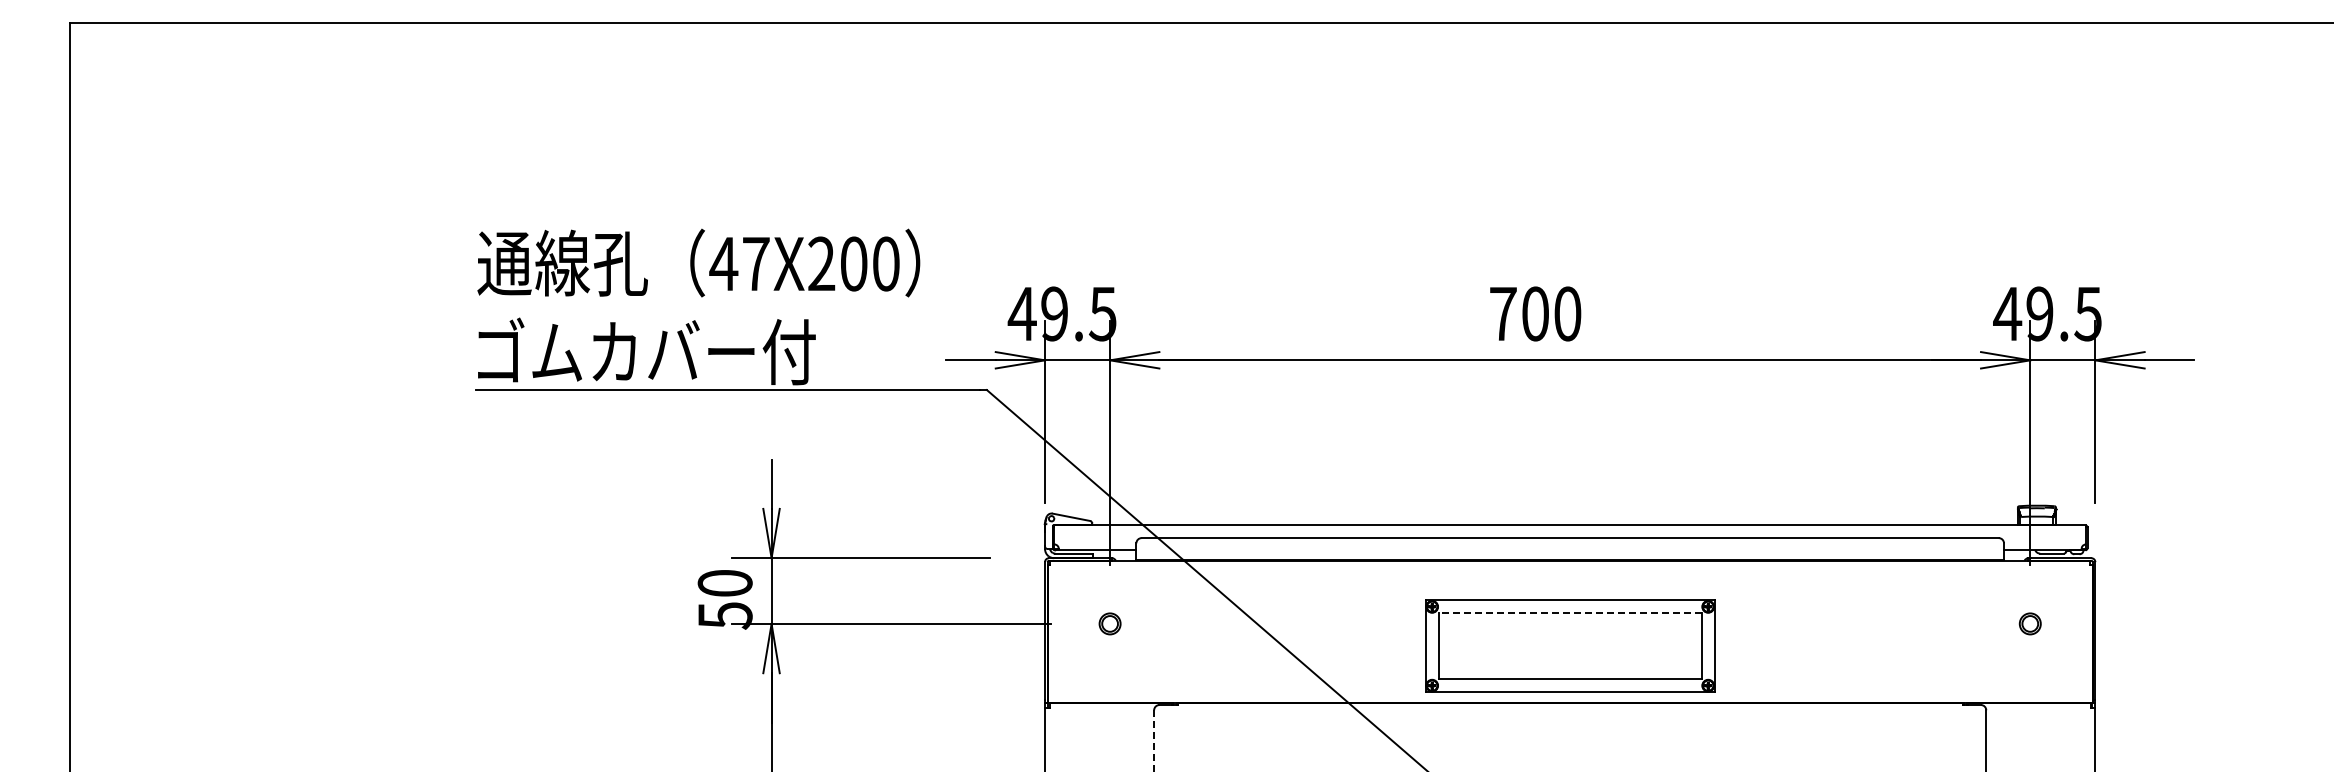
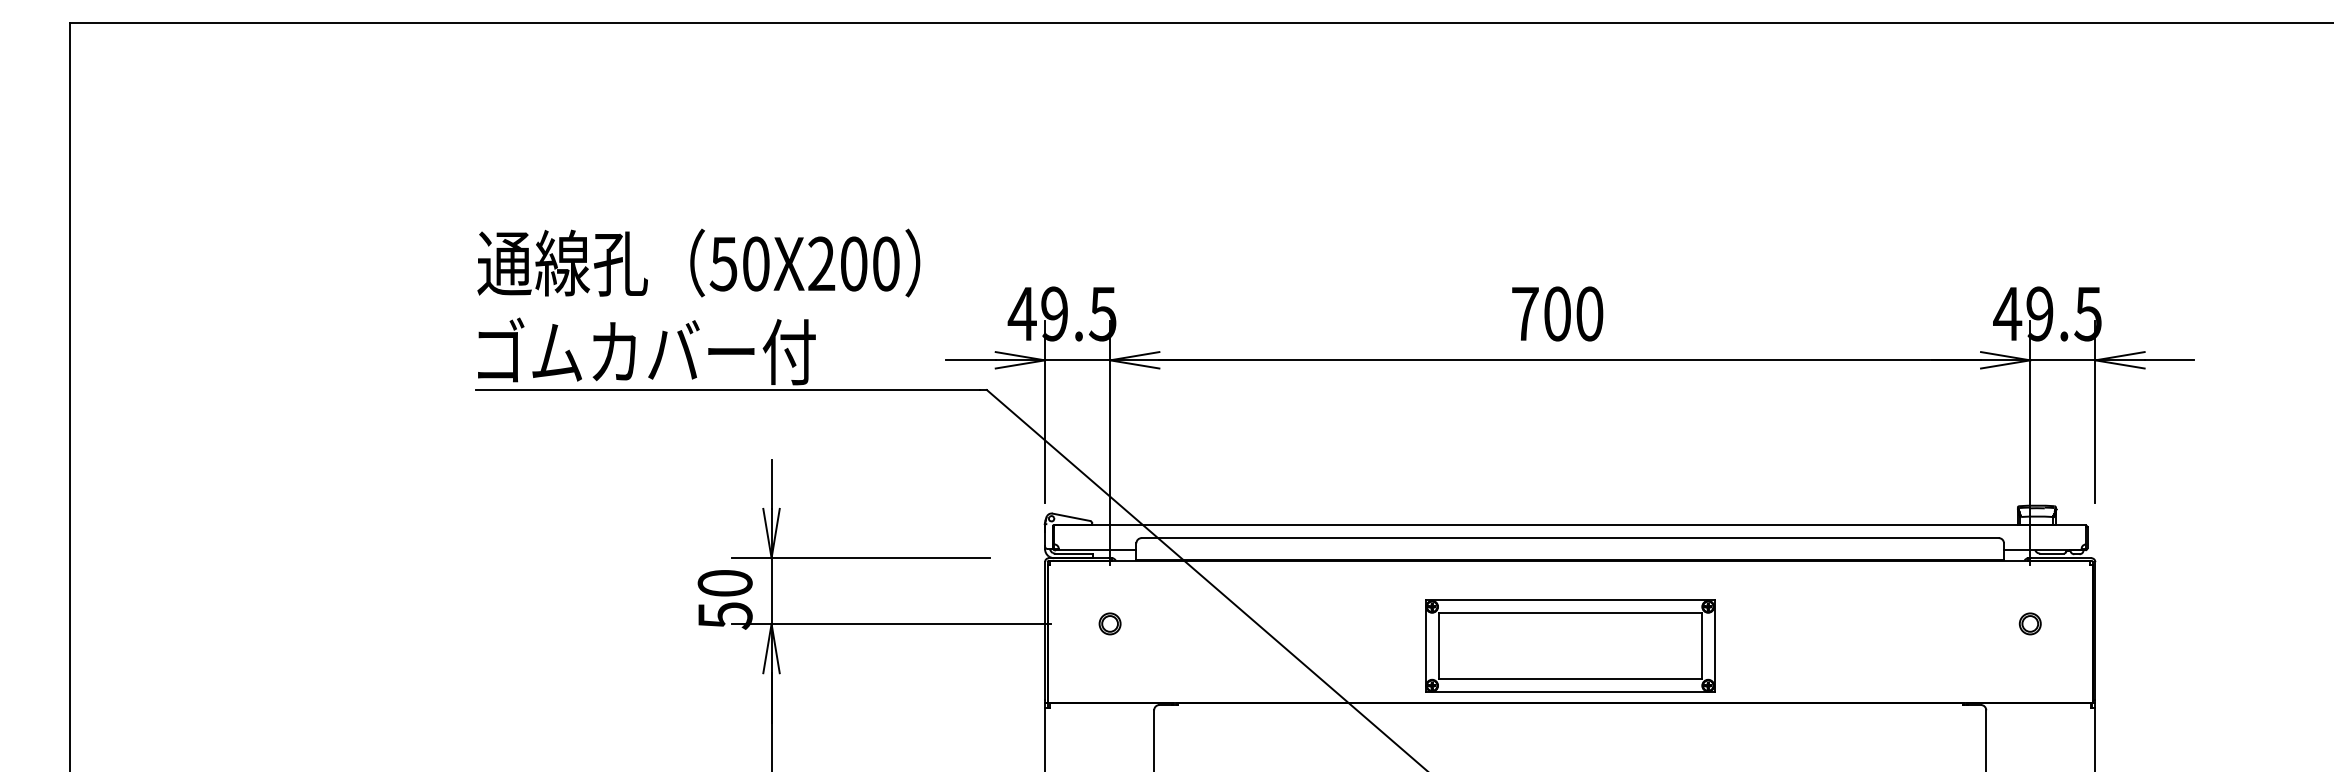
text at (739, 263): 47X200 -> 50X200
text at (1535, 313) position: (1535, 313) -> (1557, 313)
line at (1569, 613): dashed -> solid
line at (1154, 741): dashed -> solid
